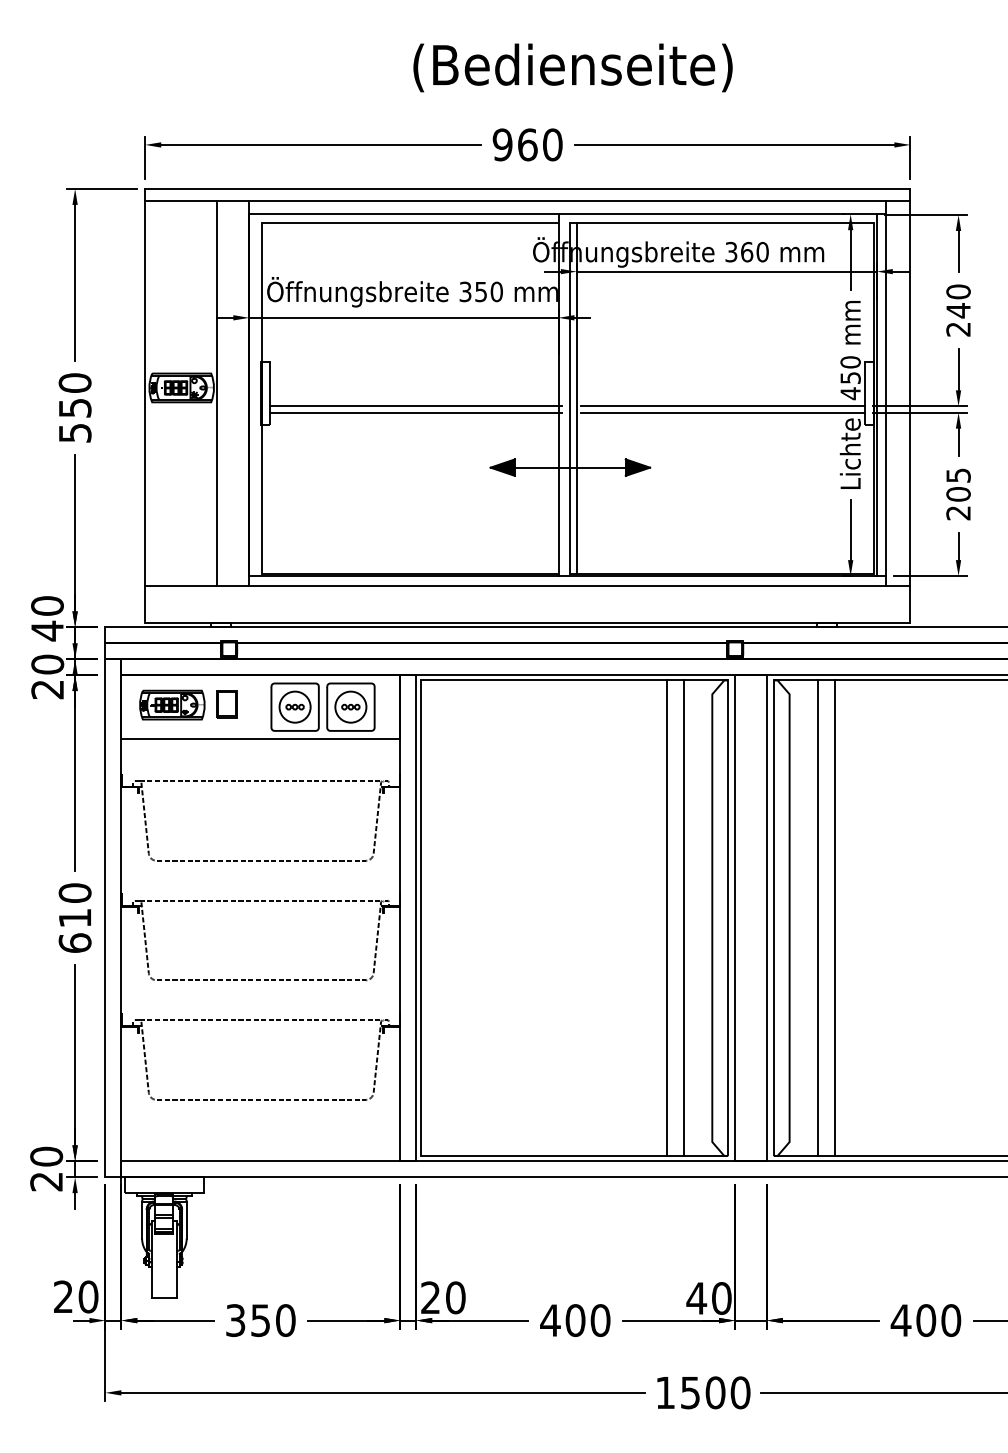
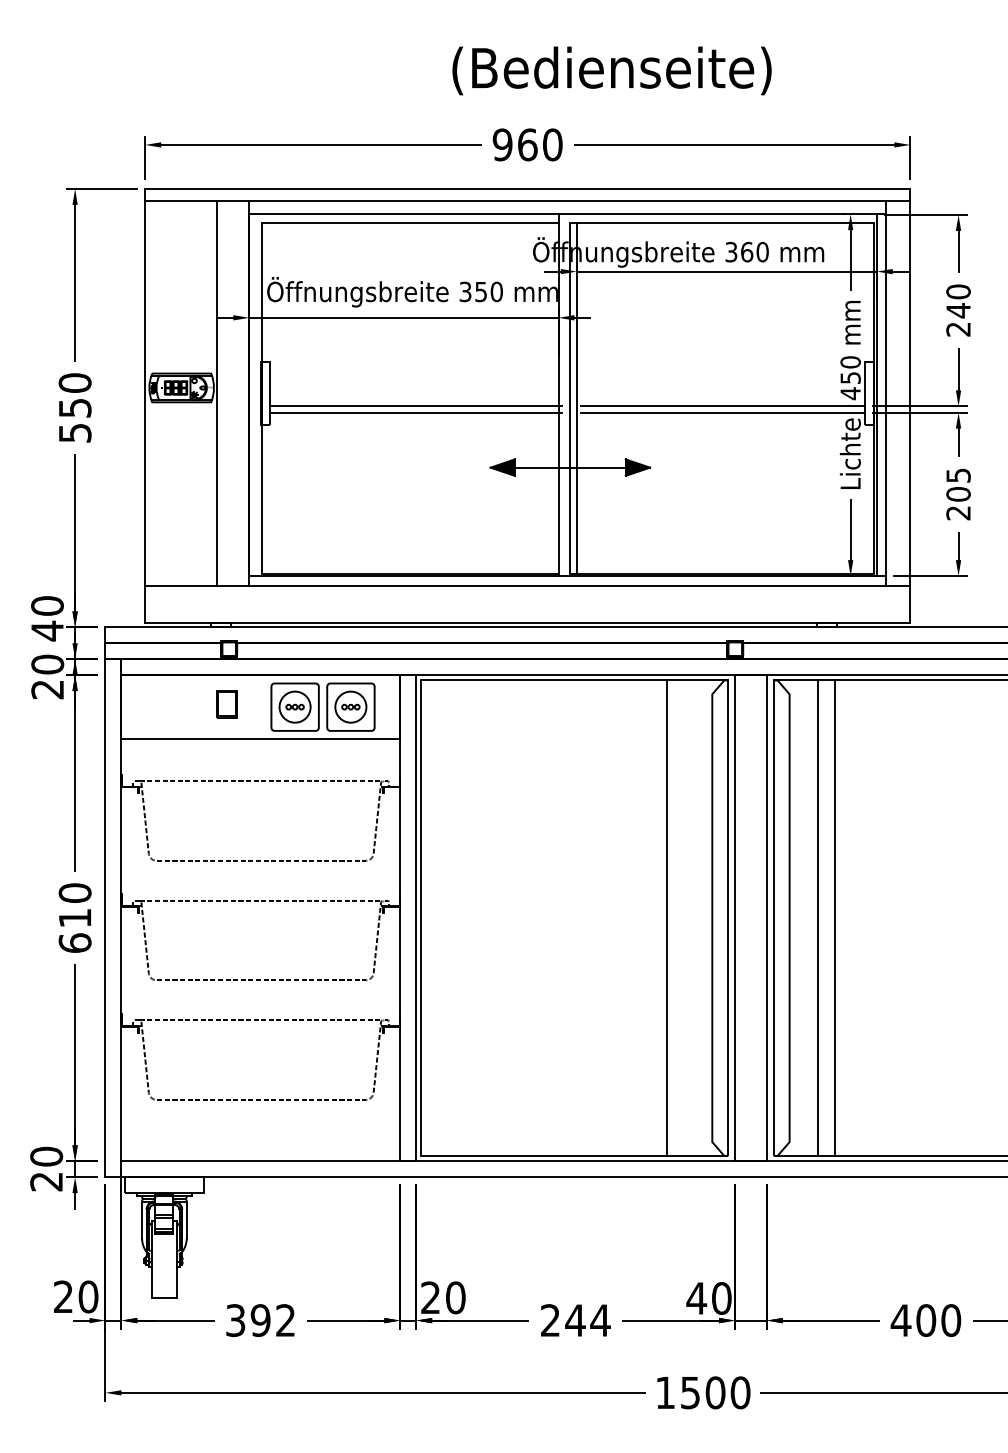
text at (572, 67) position: (572, 67) -> (611, 70)
part at (172, 704): present -> none
line at (683, 917): present -> none
text at (272, 1320): 350 -> 392
text at (575, 1320): 400 -> 244
